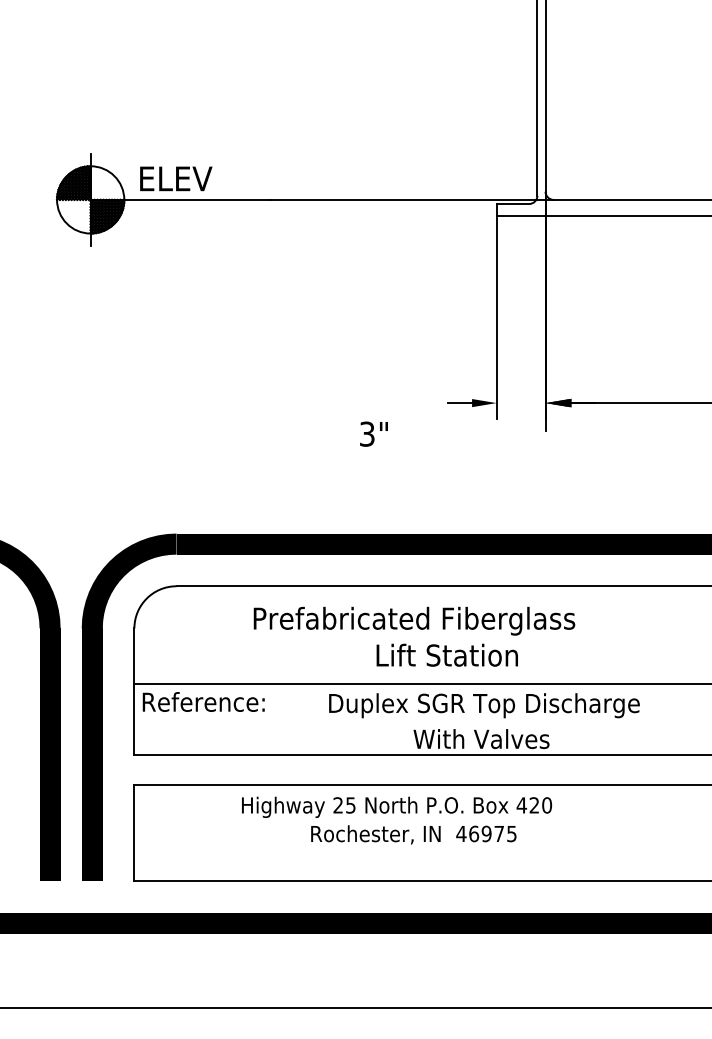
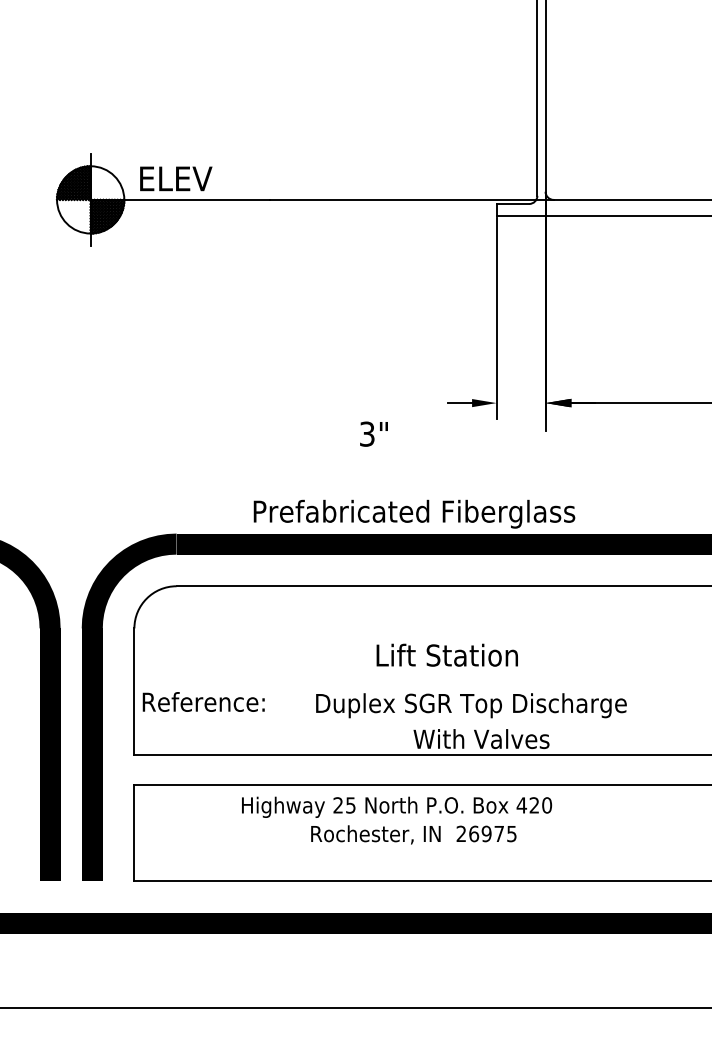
text at (414, 620) position: (414, 620) -> (414, 513)
line at (421, 683): present -> none
text at (484, 705) position: (484, 705) -> (471, 705)
text at (461, 833): 46975 -> 26975
